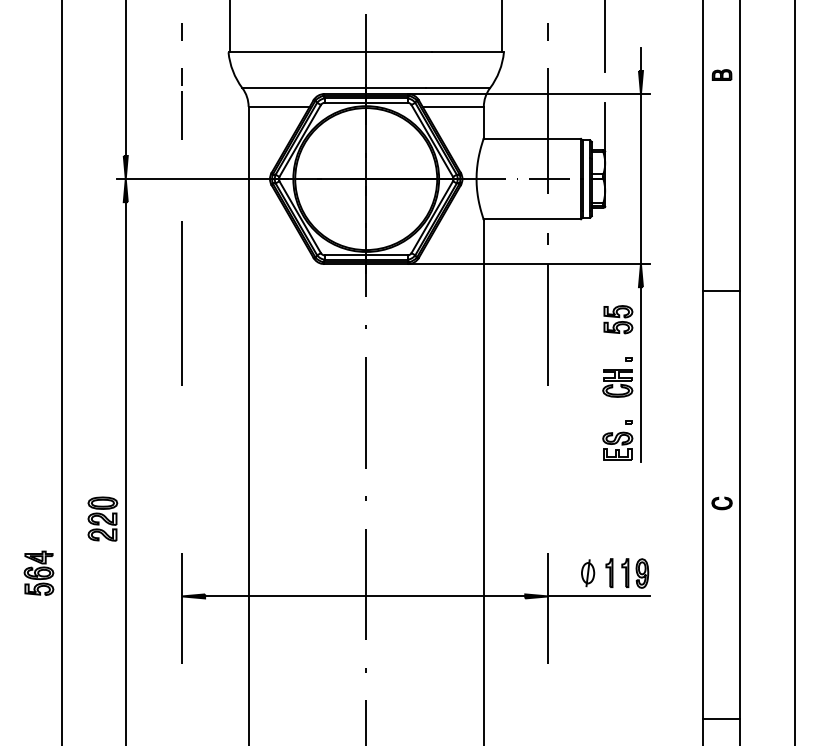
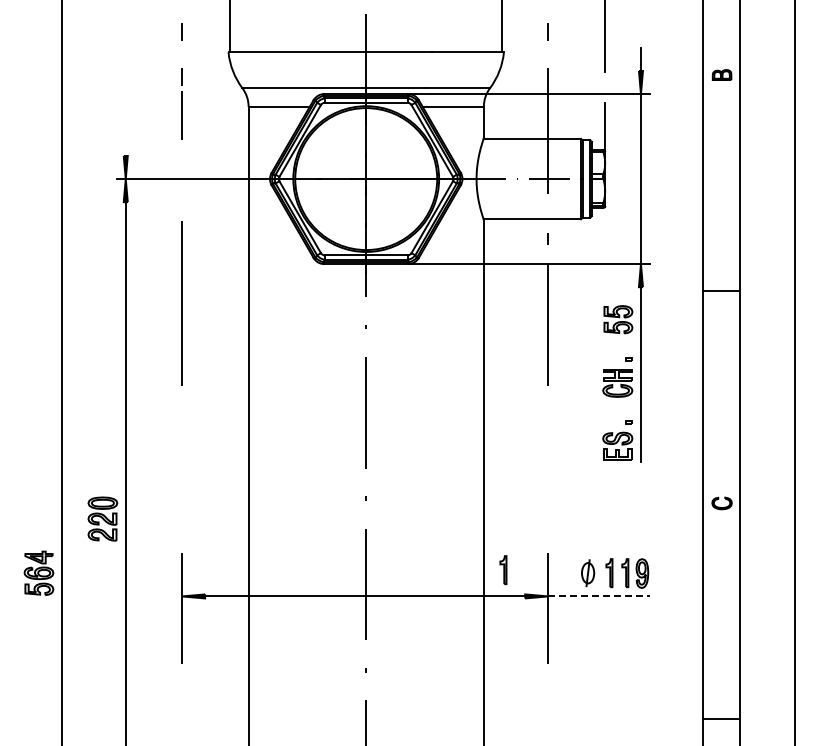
line at (125, 78): present -> none
part at (503, 569): none -> present
line at (599, 596): solid -> dashed
